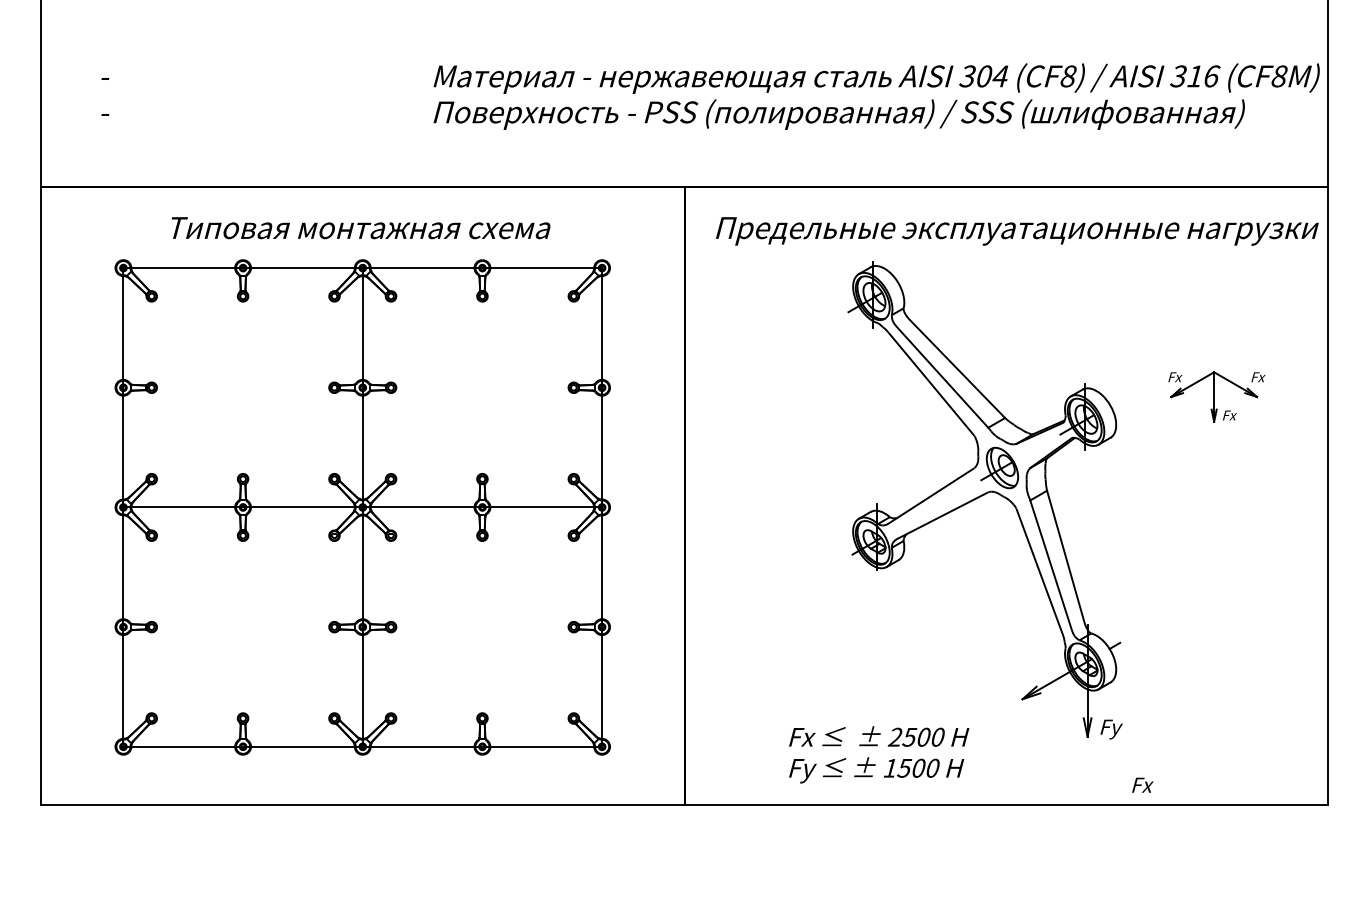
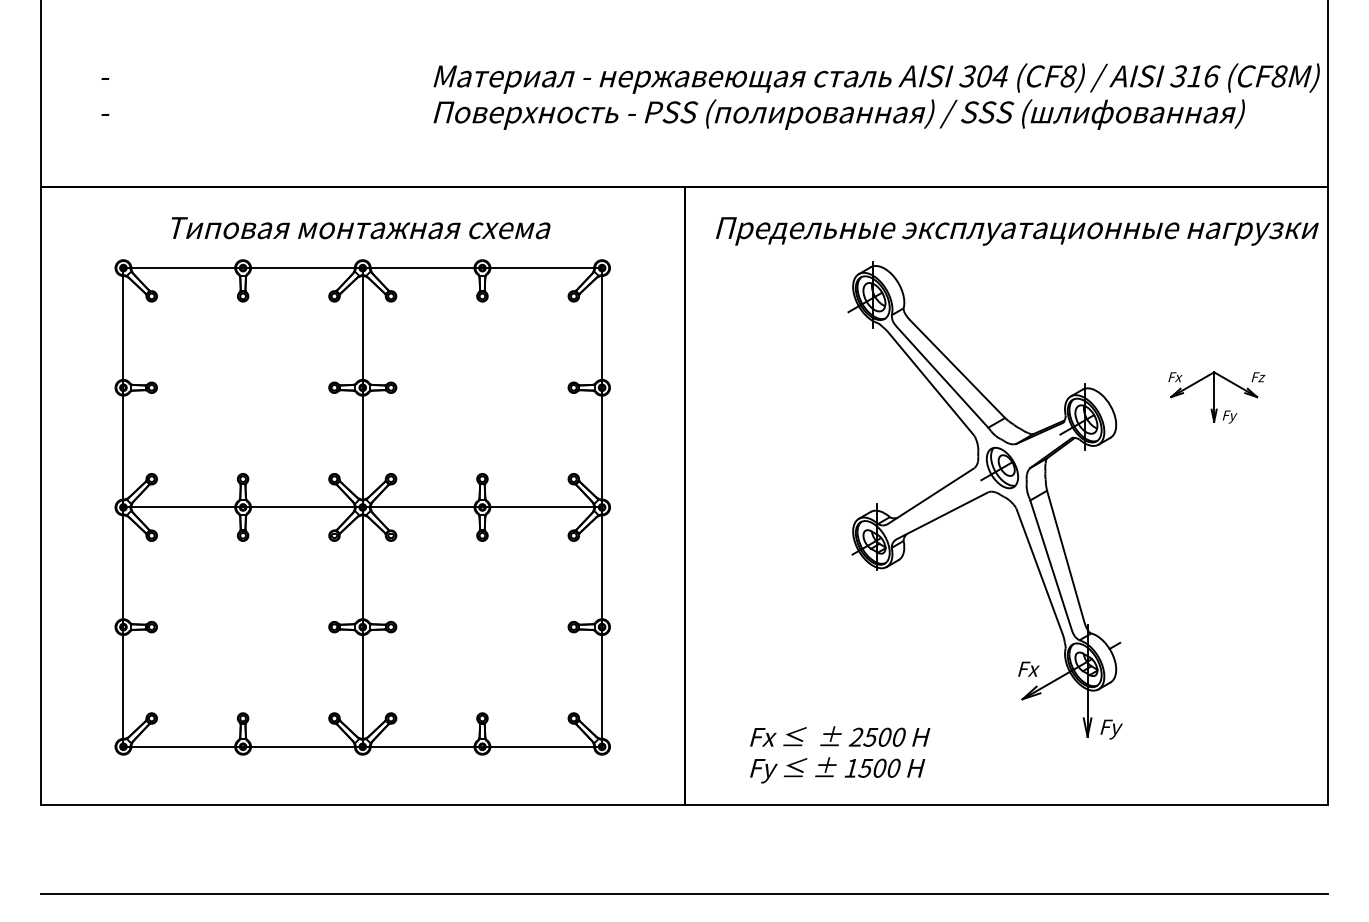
text at (1257, 377): Fх -> Fz
text at (1229, 417): Fх -> Fy
text at (879, 754) position: (879, 754) -> (840, 754)
text at (1142, 784) position: (1142, 784) -> (1028, 668)
line at (684, 894): none -> present
